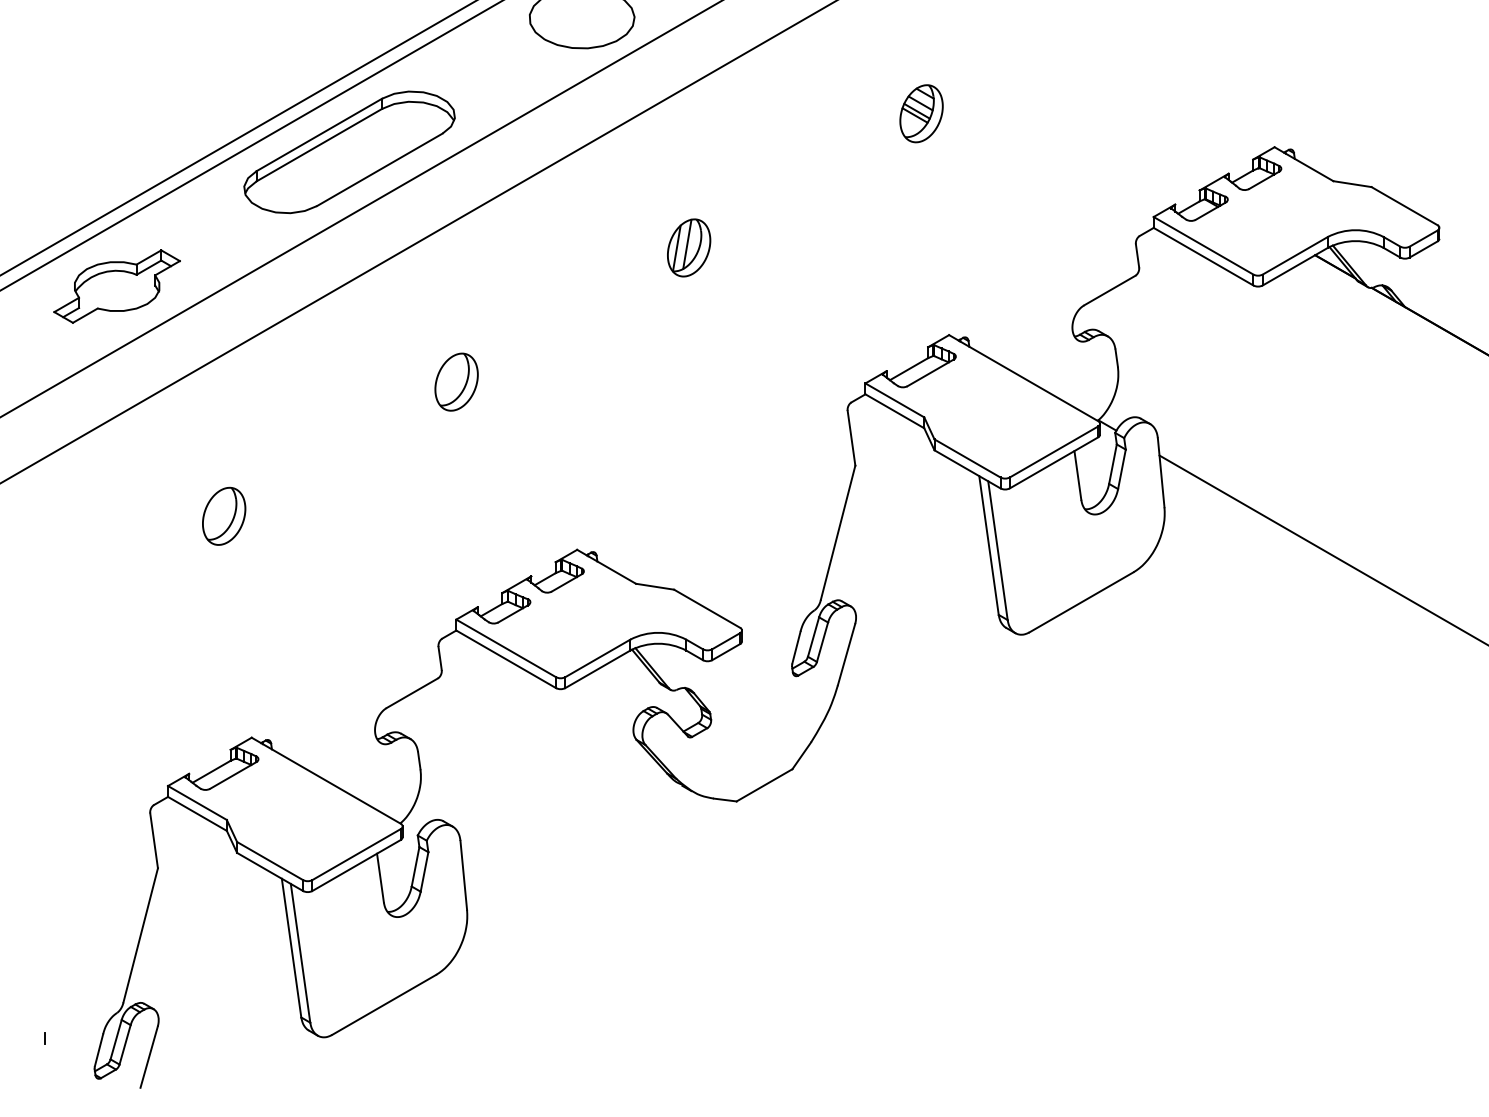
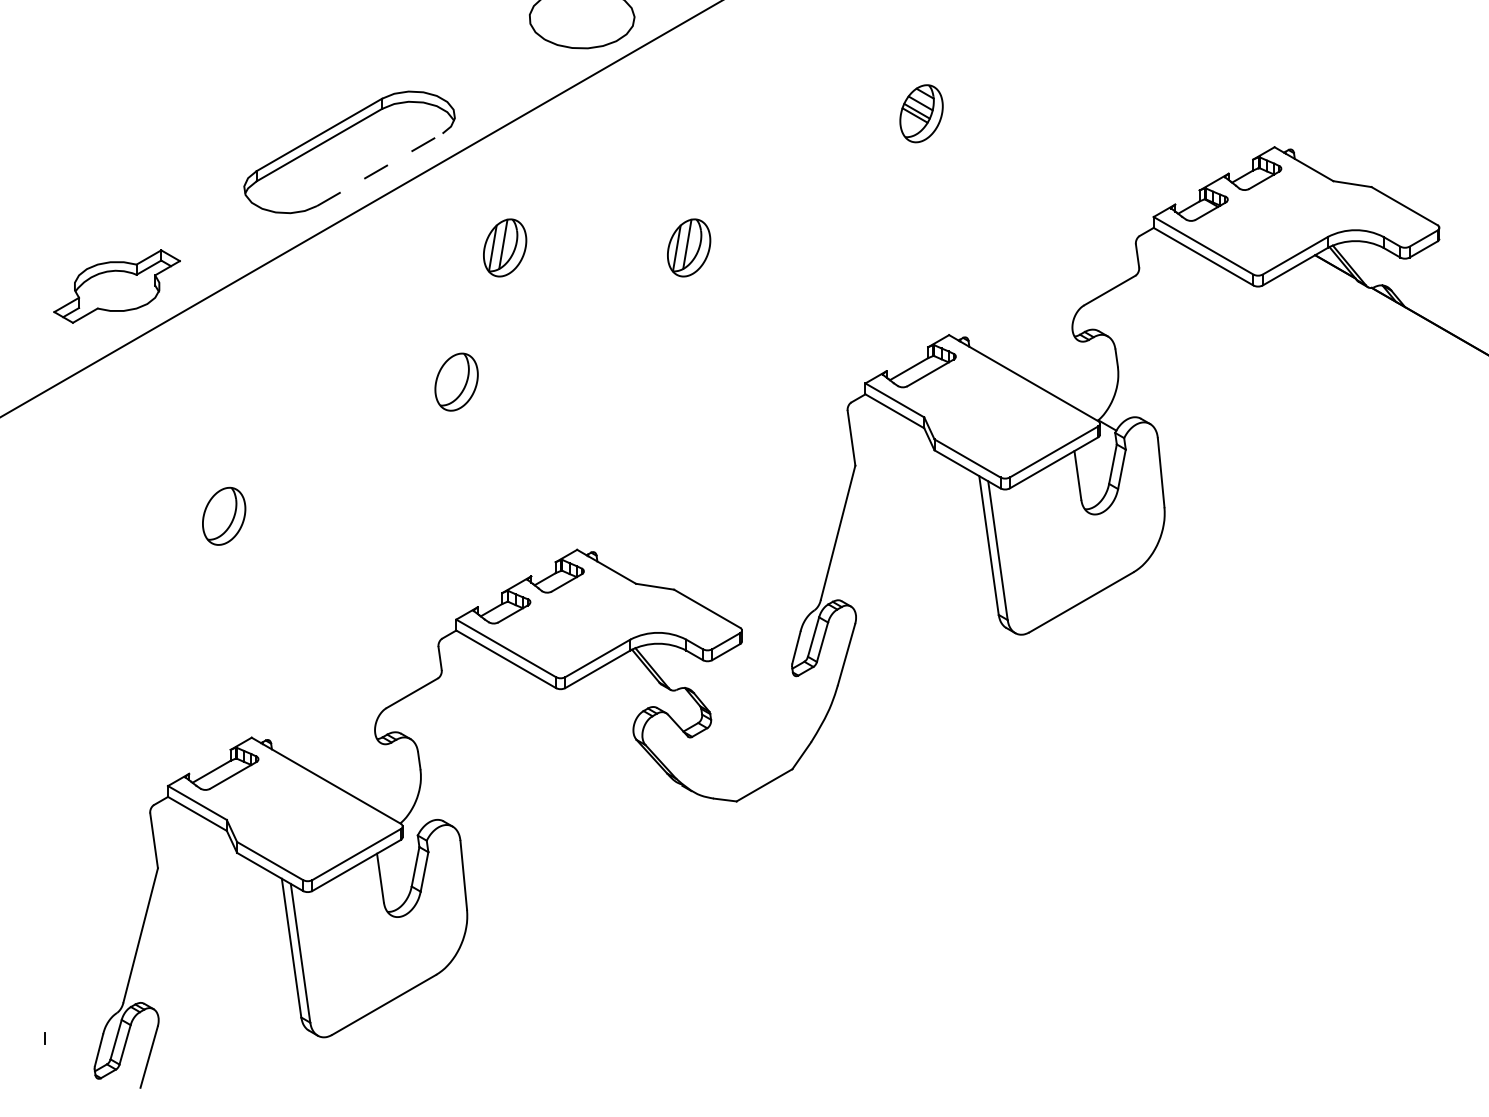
line at (237, 138): present -> none
line at (251, 145): present -> none
line at (380, 169): solid -> dashed
line at (417, 242): present -> none
part at (505, 247): none -> present
line at (1322, 549): present -> none
